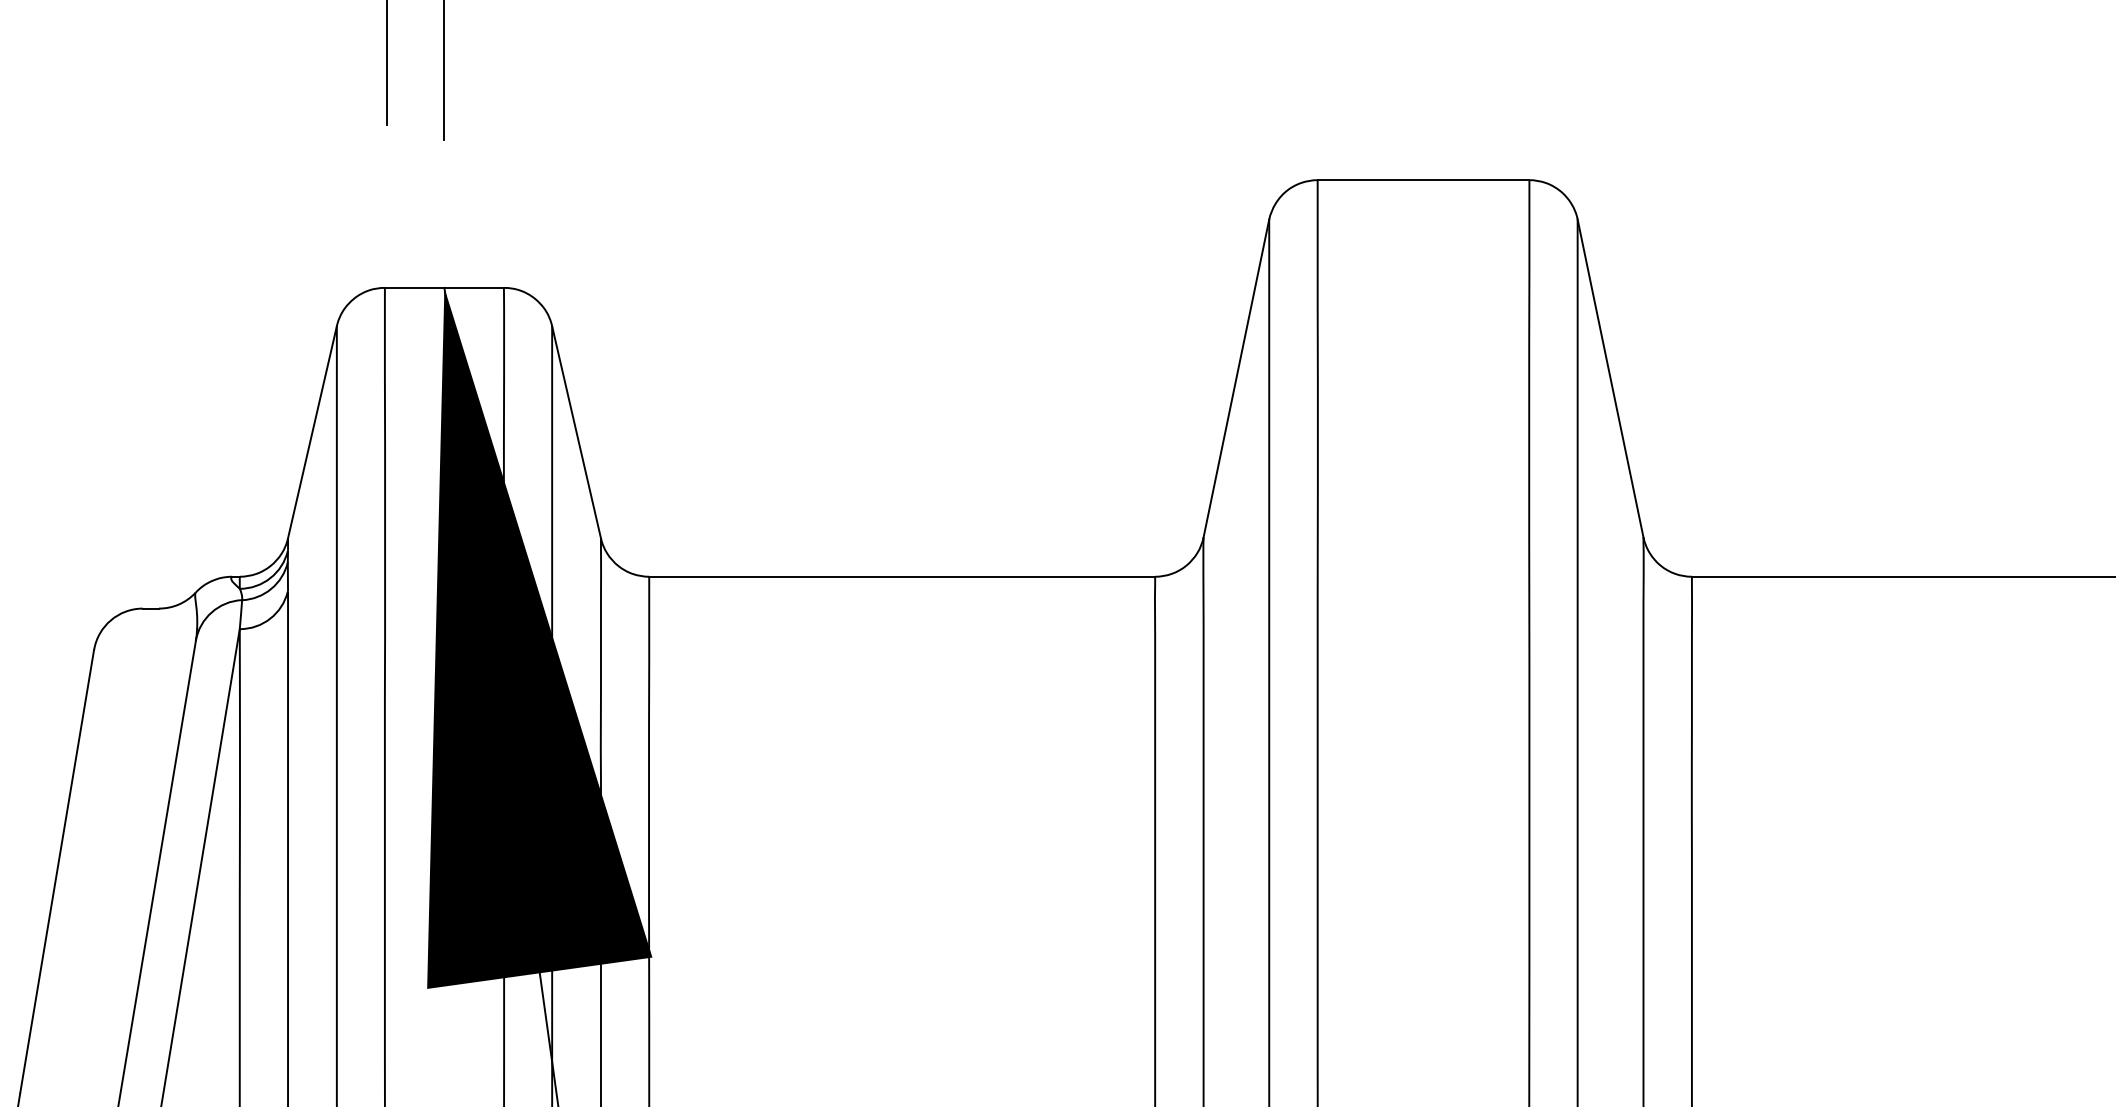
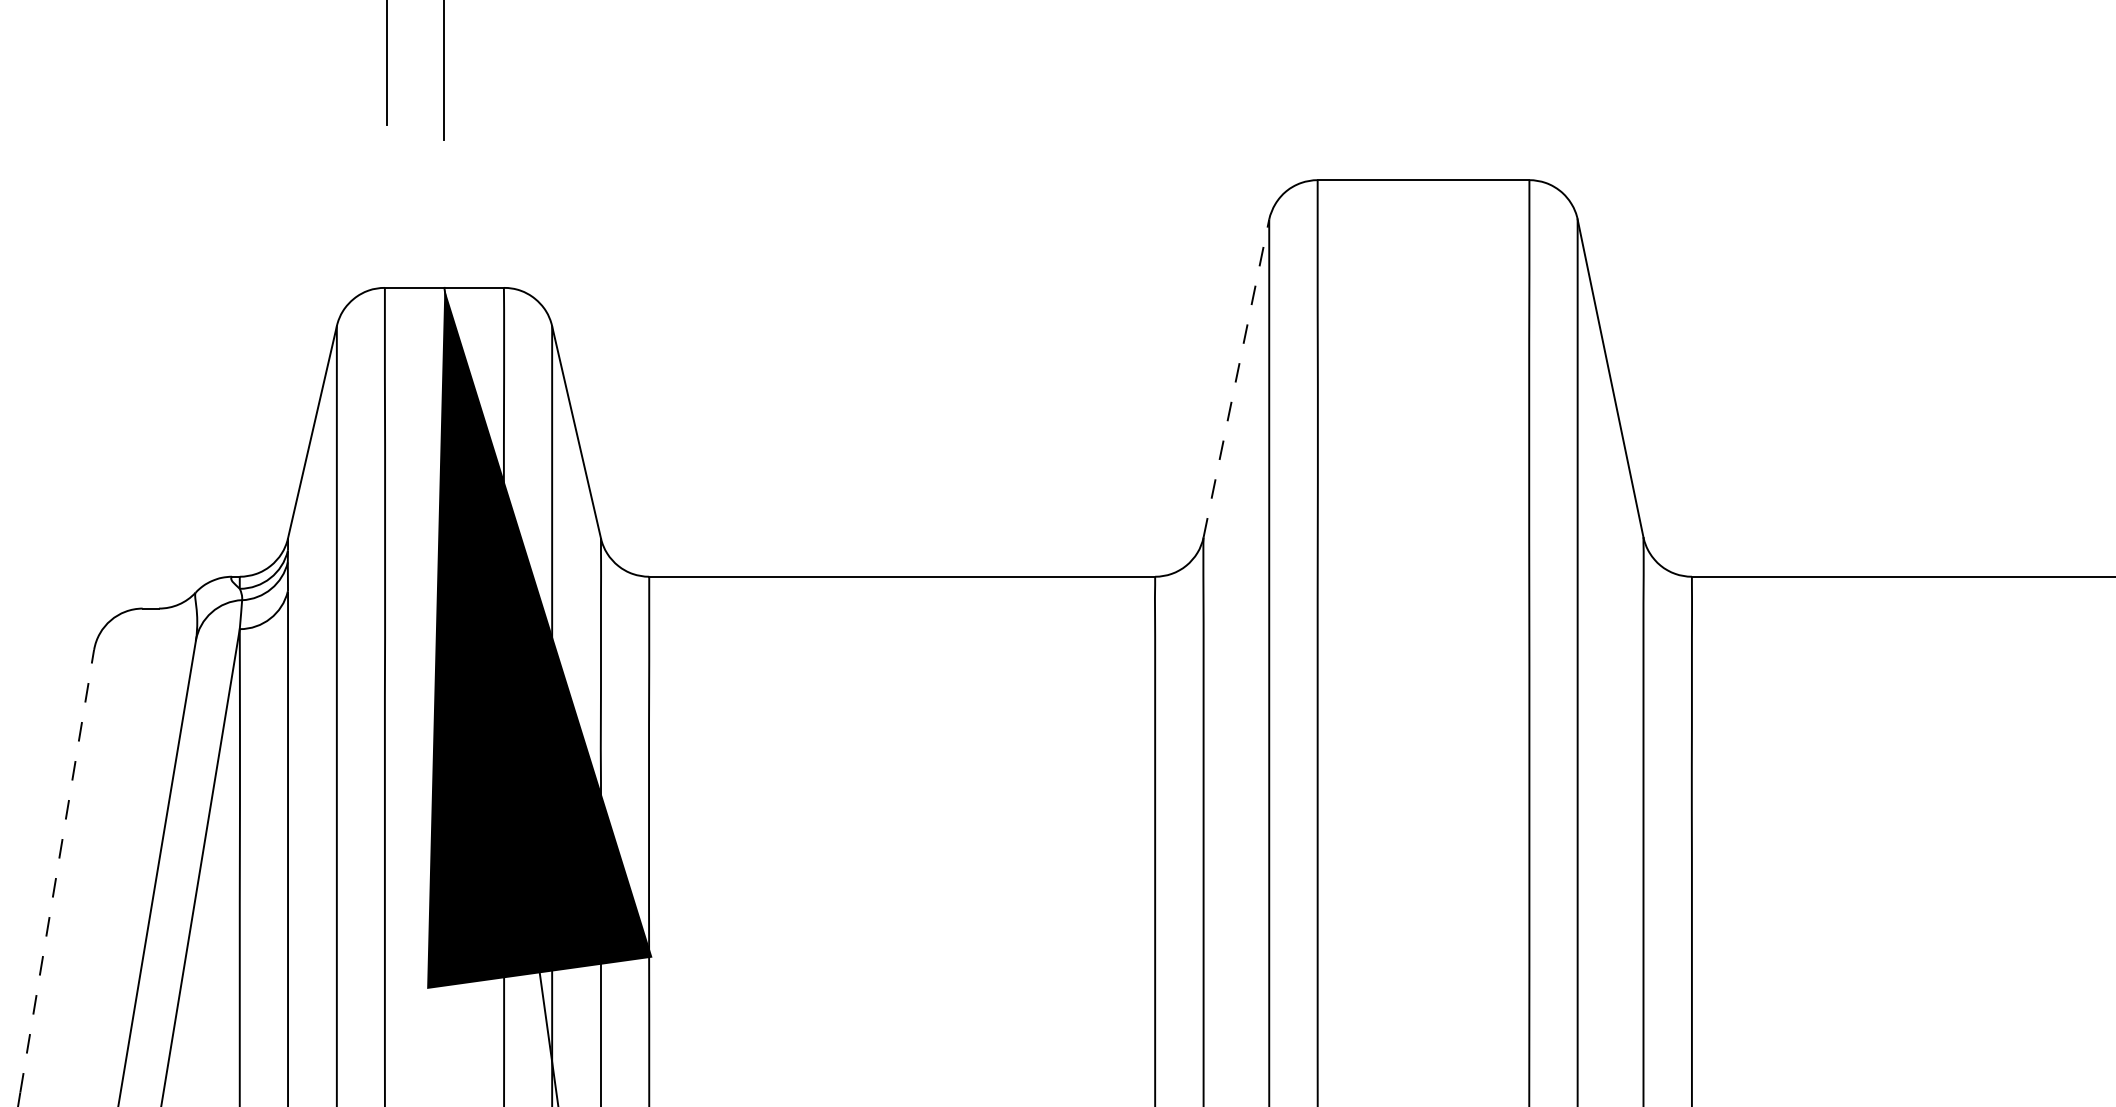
line at (1236, 377): solid -> dashed
line at (57, 870): solid -> dashed
